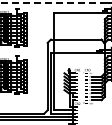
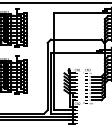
line at (51, 2): dashed -> solid
